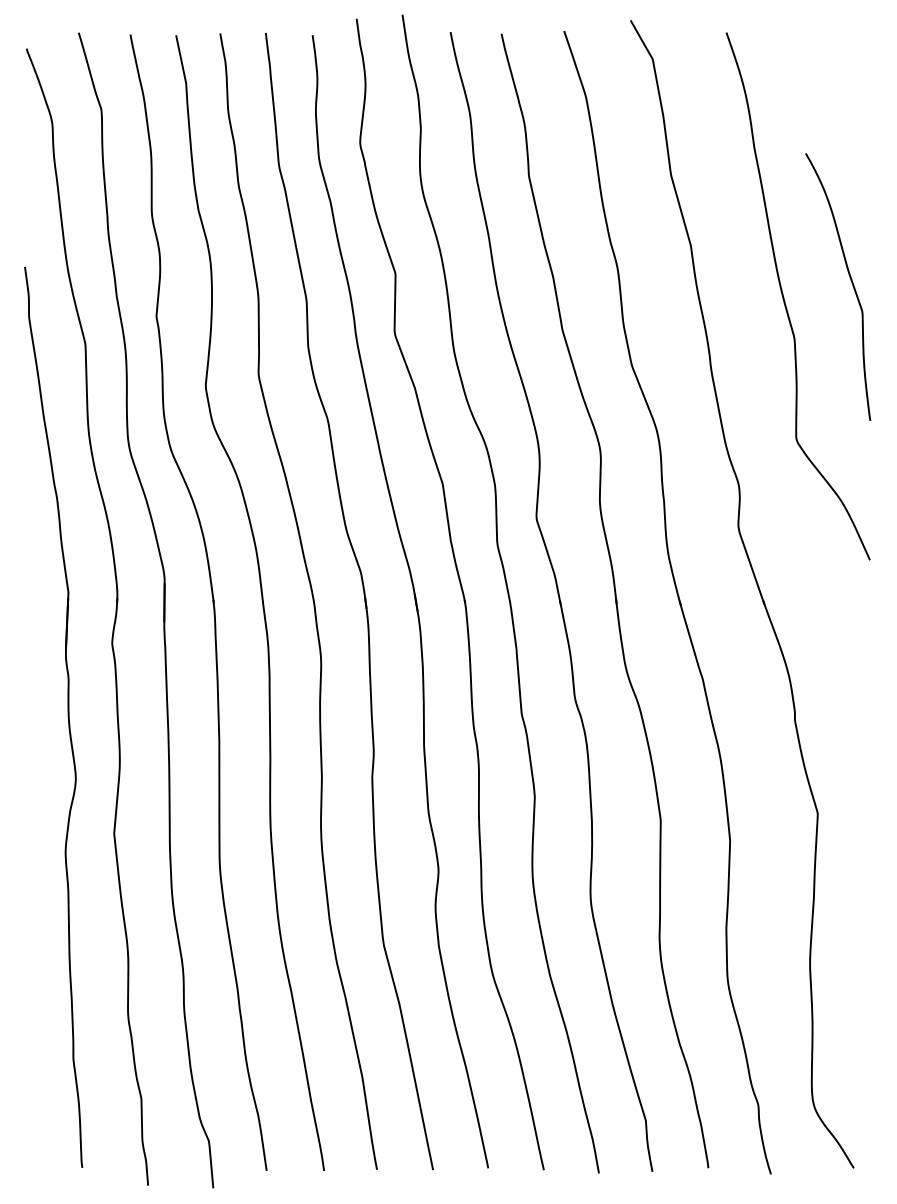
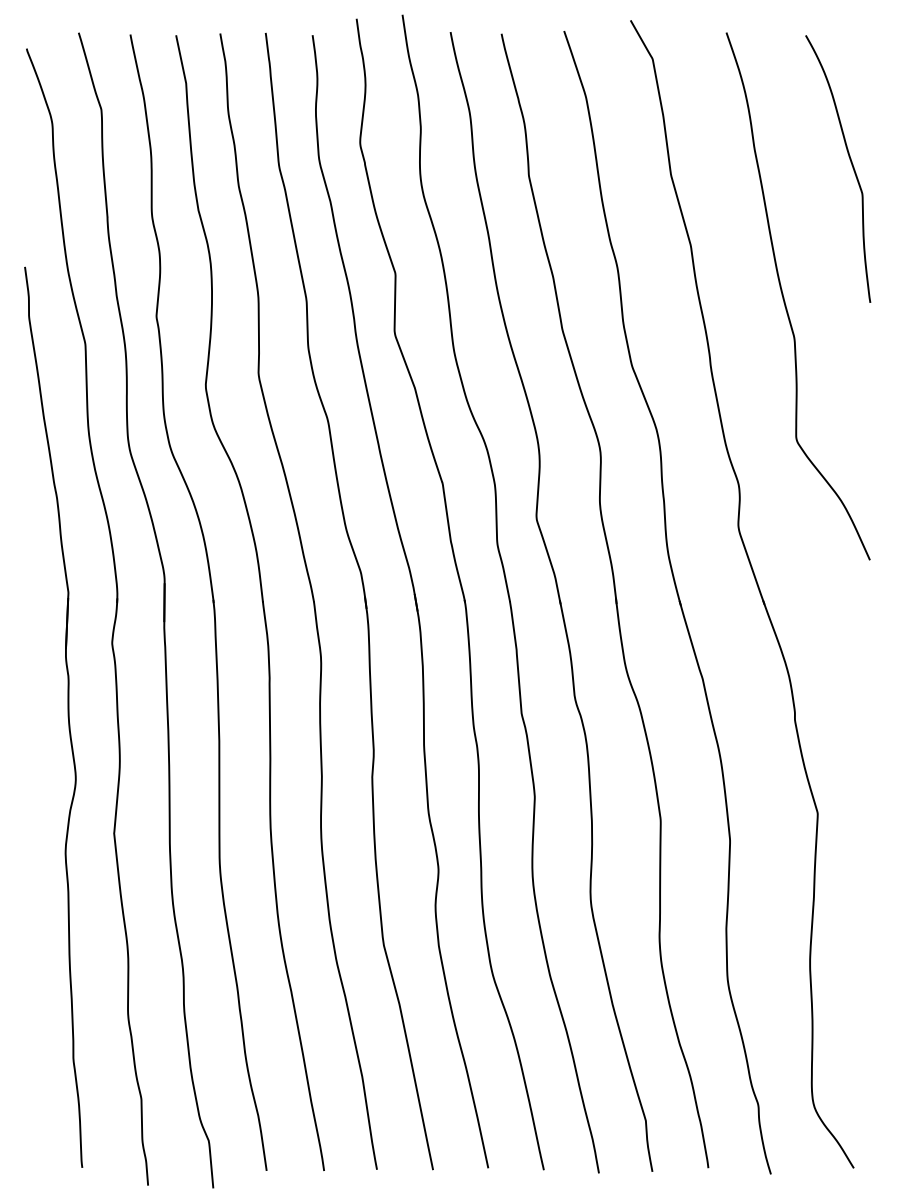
curve at (851, 283) position: (851, 283) -> (851, 165)
